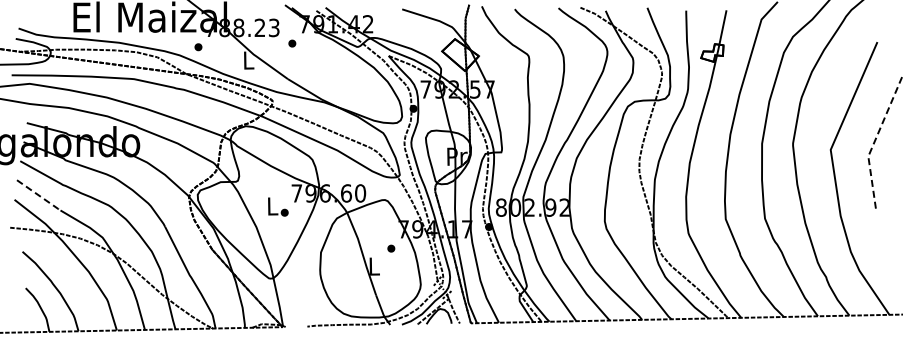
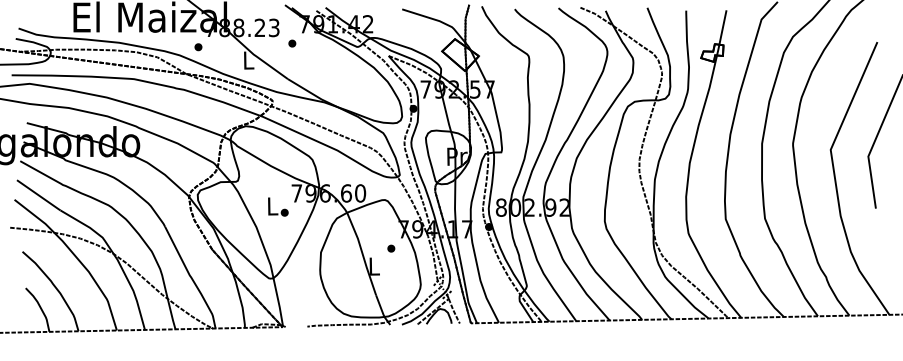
line at (875, 140): dashed -> solid
line at (39, 196): dashed -> solid
